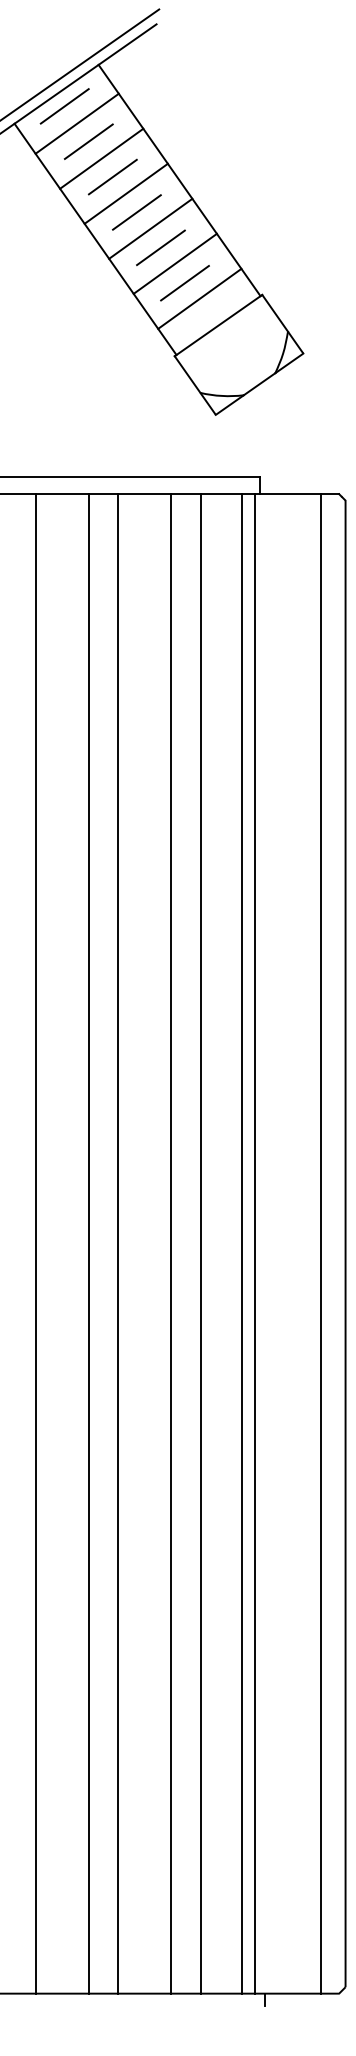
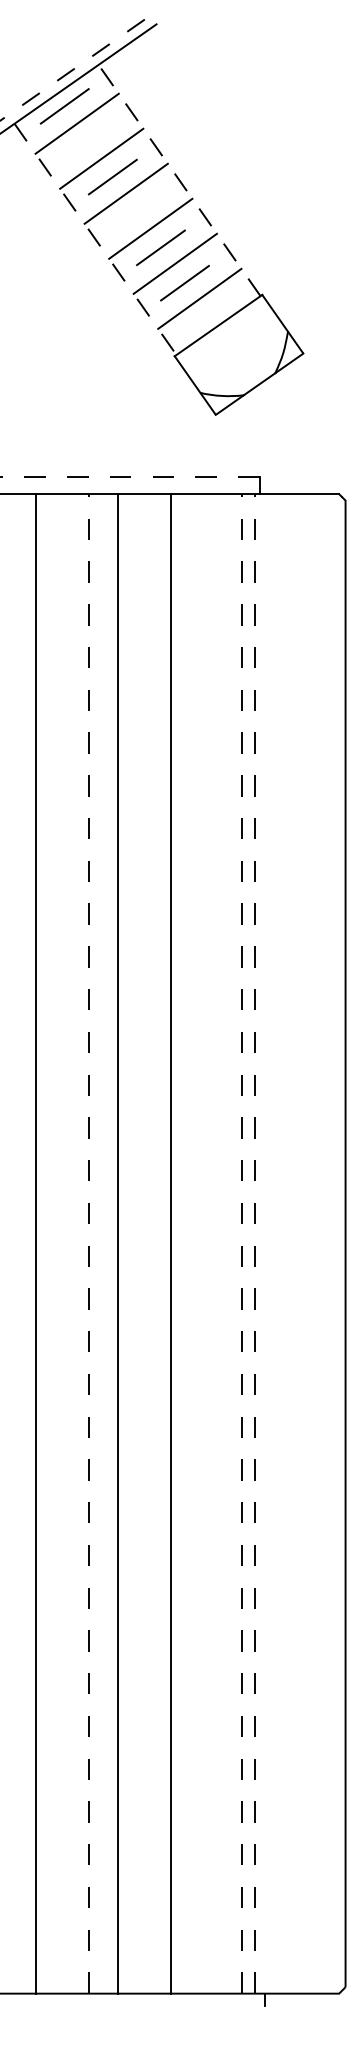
line at (79, 65): solid -> dashed
line at (88, 141): present -> none
line at (179, 180): solid -> dashed
line at (136, 212): present -> none
line at (95, 239): solid -> dashed
line at (129, 477): solid -> dashed
line at (88, 1243): solid -> dashed
line at (200, 1243): present -> none
line at (241, 1243): solid -> dashed
line at (254, 1243): solid -> dashed
line at (321, 1243): present -> none
